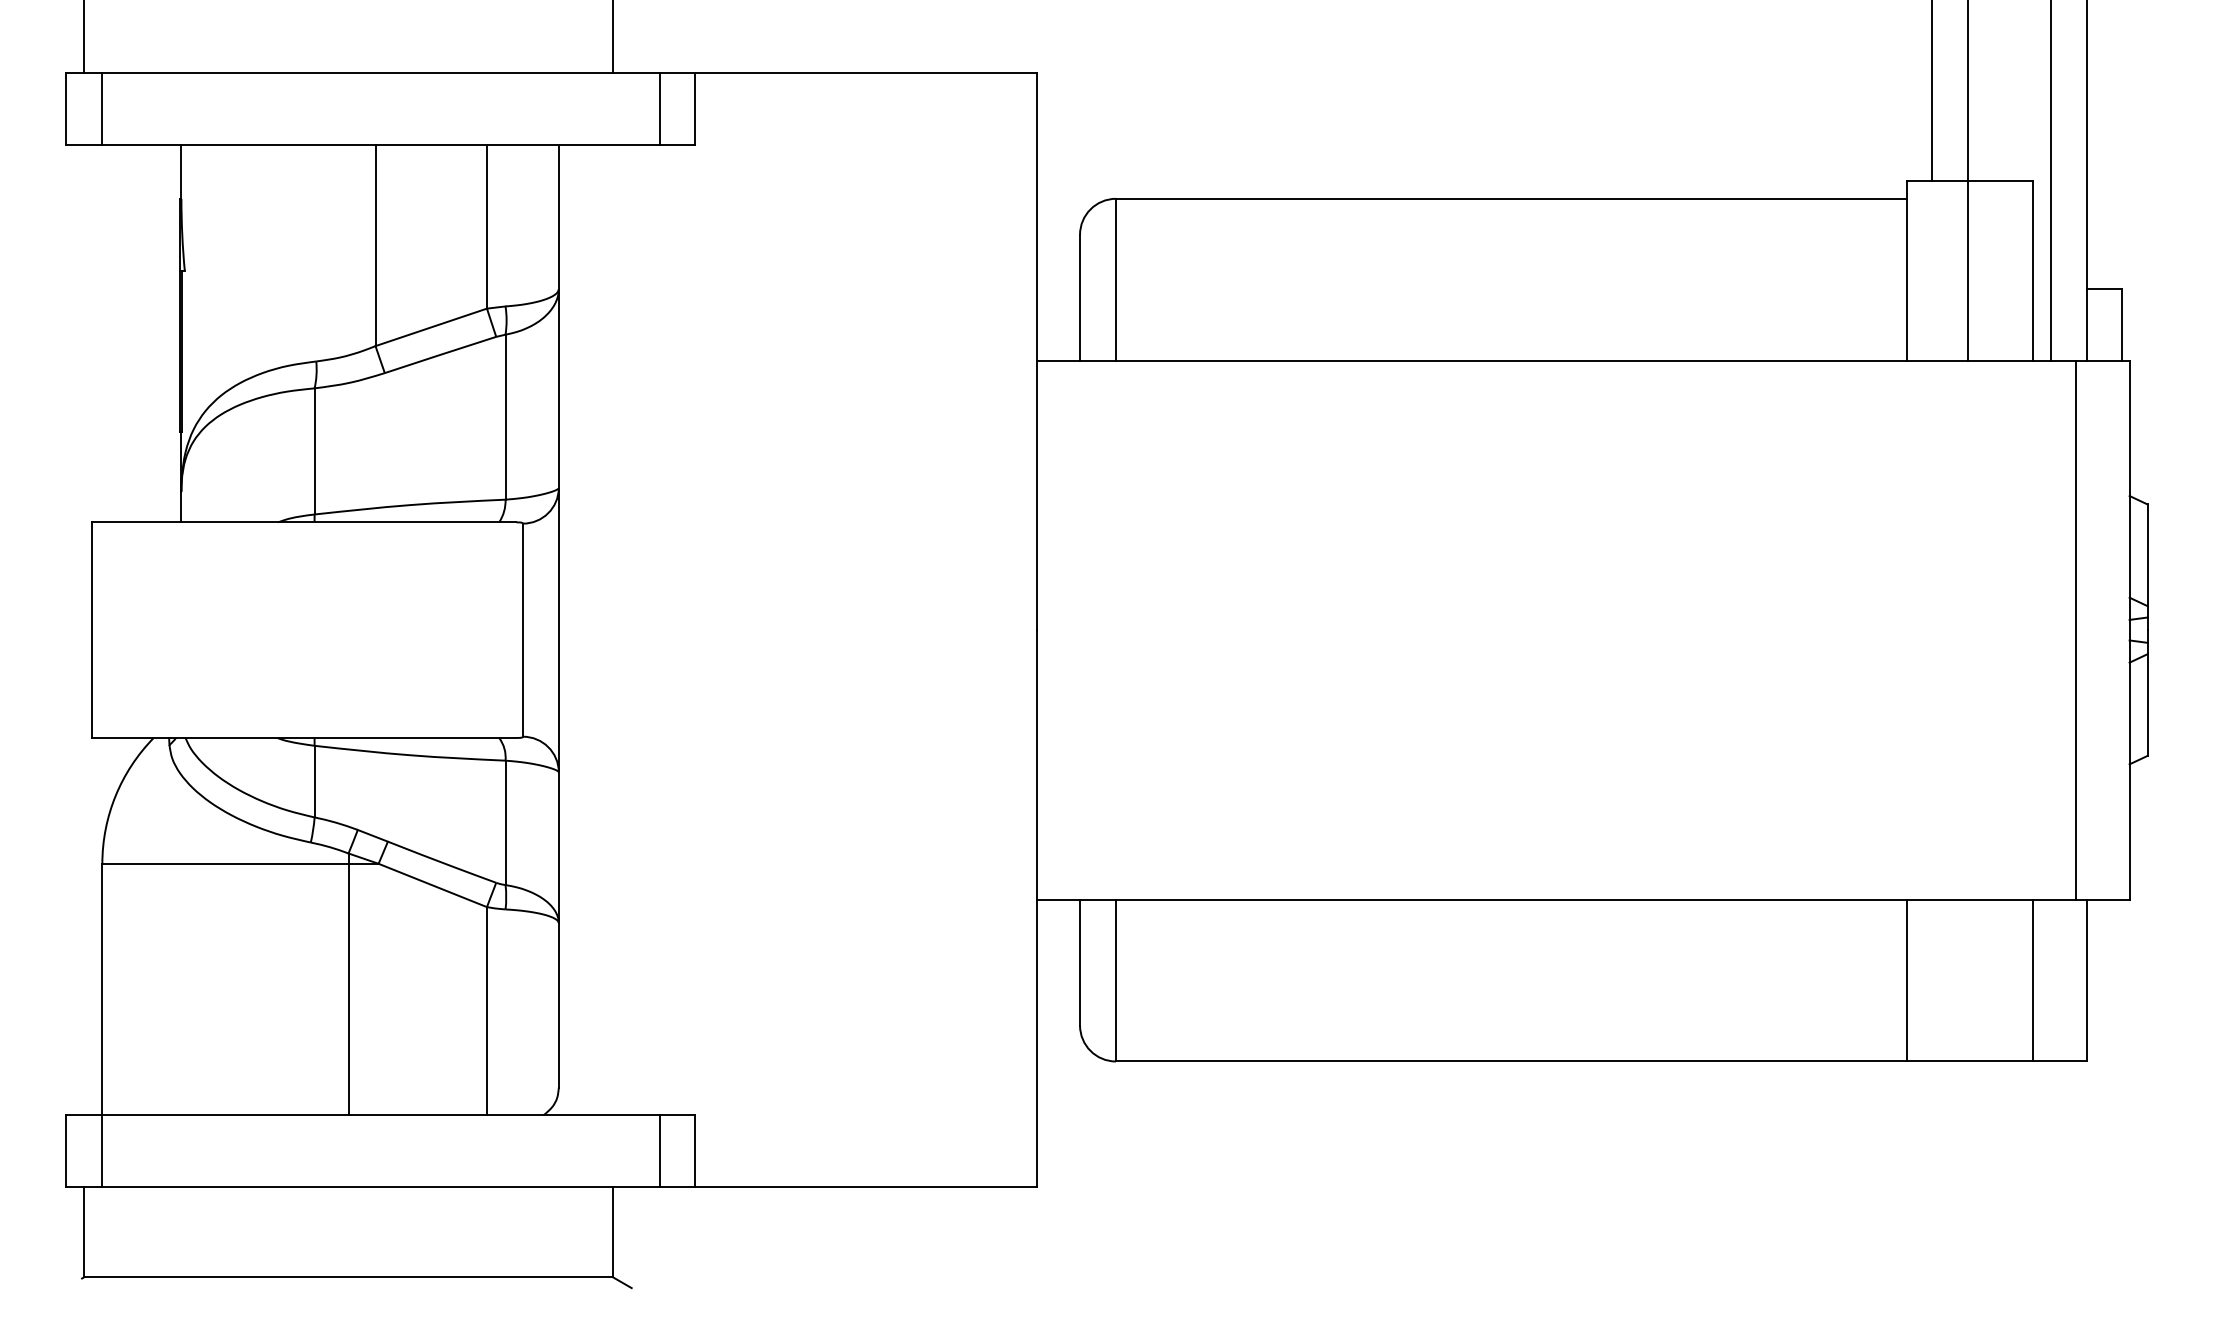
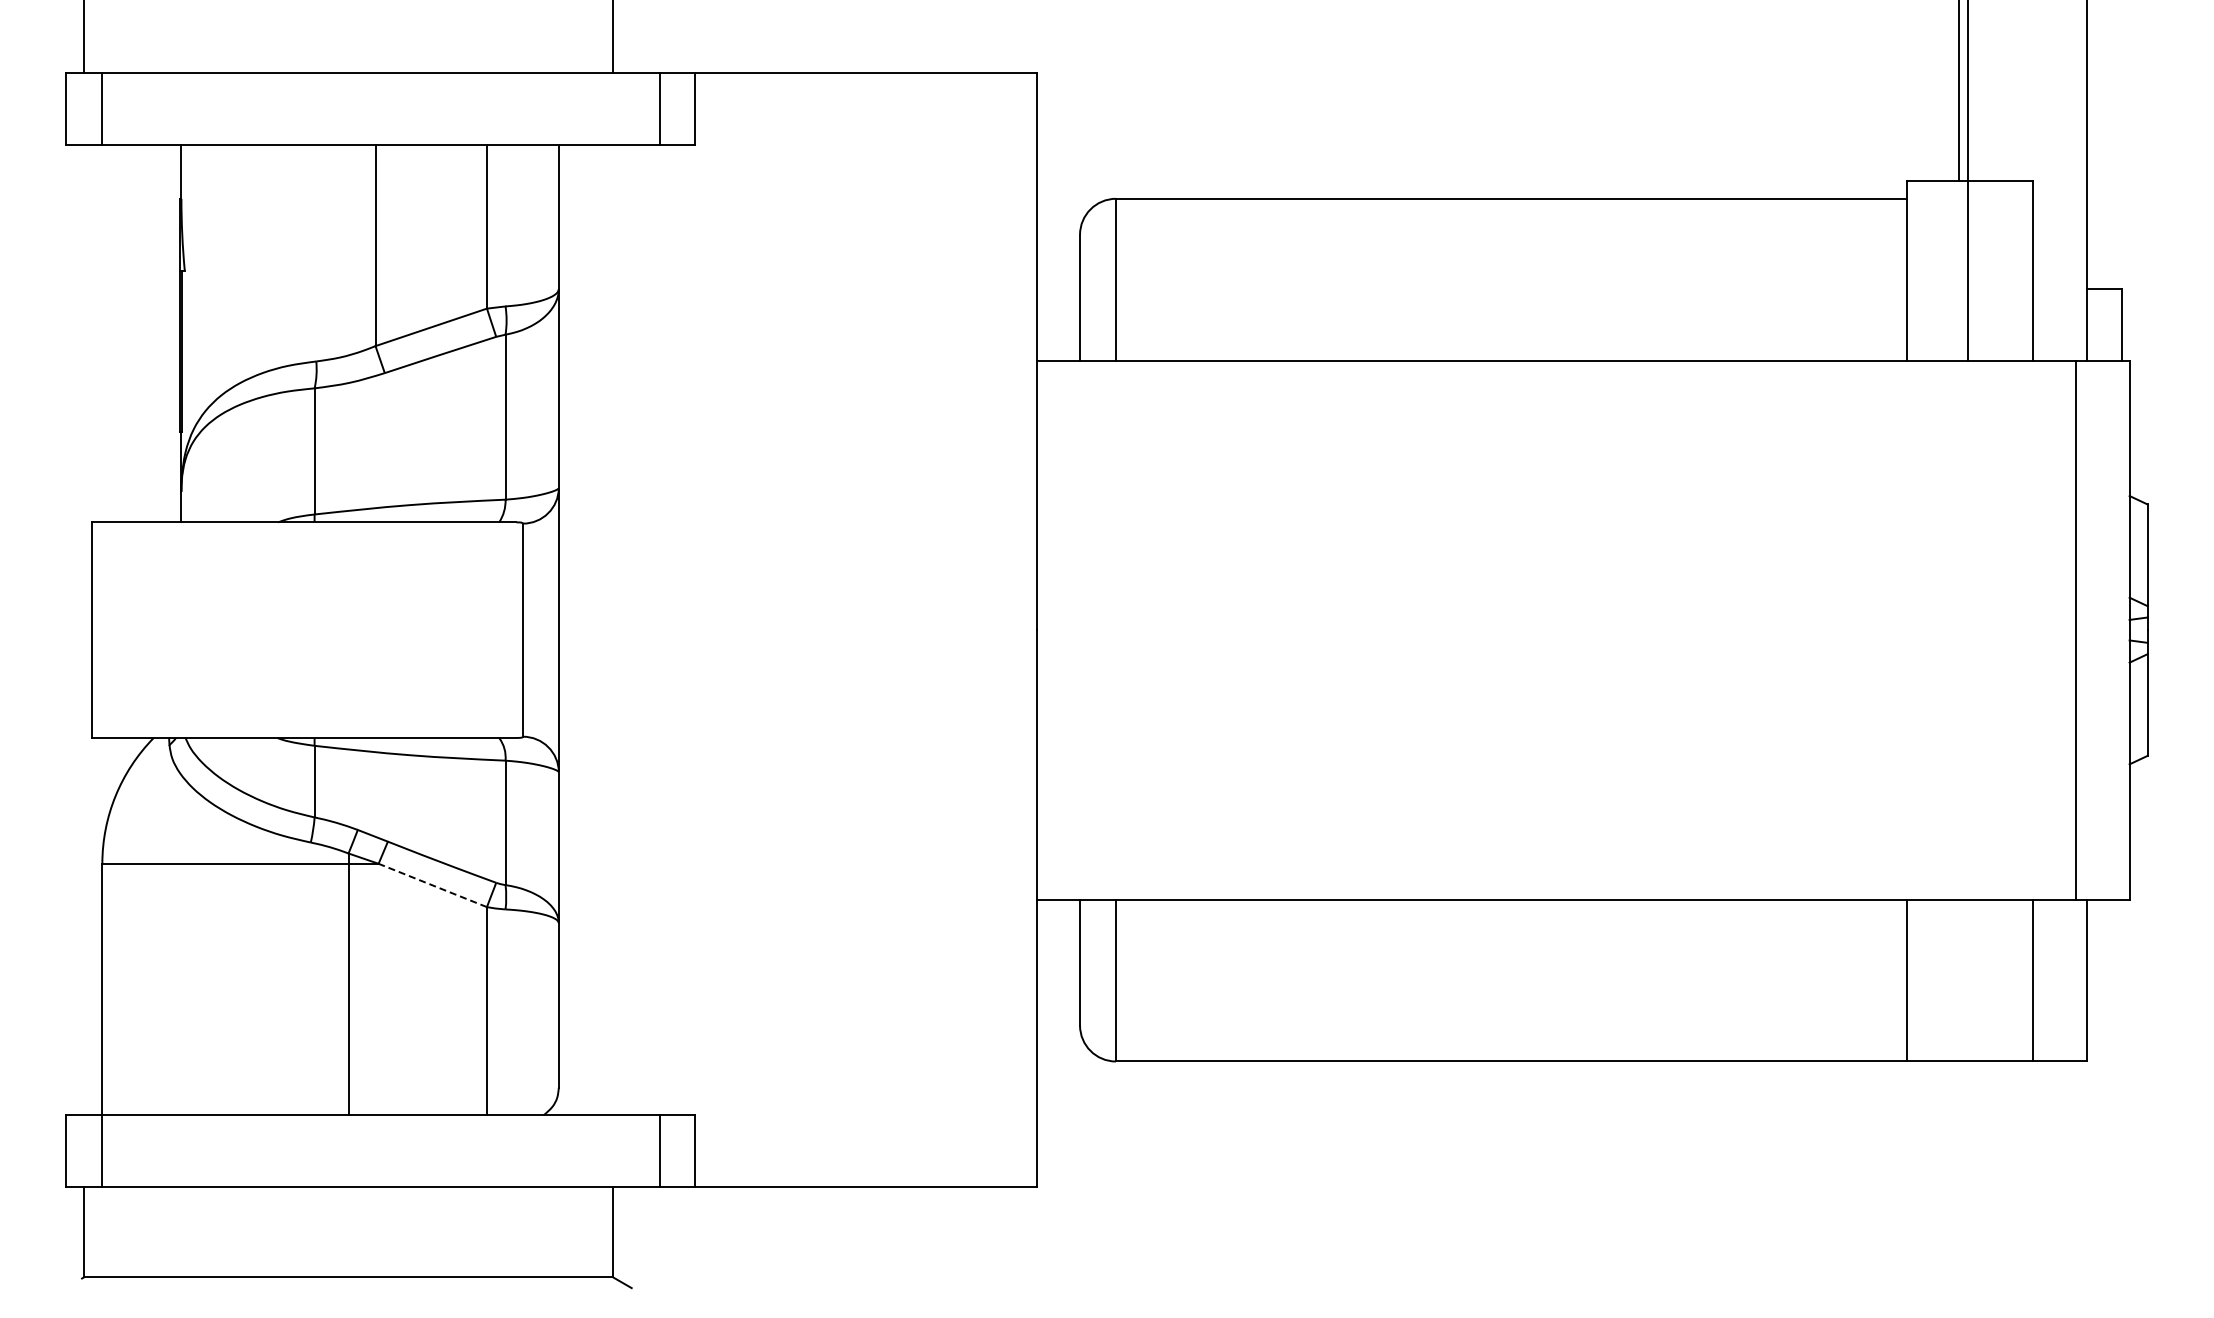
line at (1931, 91) position: (1931, 91) -> (1958, 91)
line at (2050, 181): present -> none
line at (432, 885): solid -> dashed
